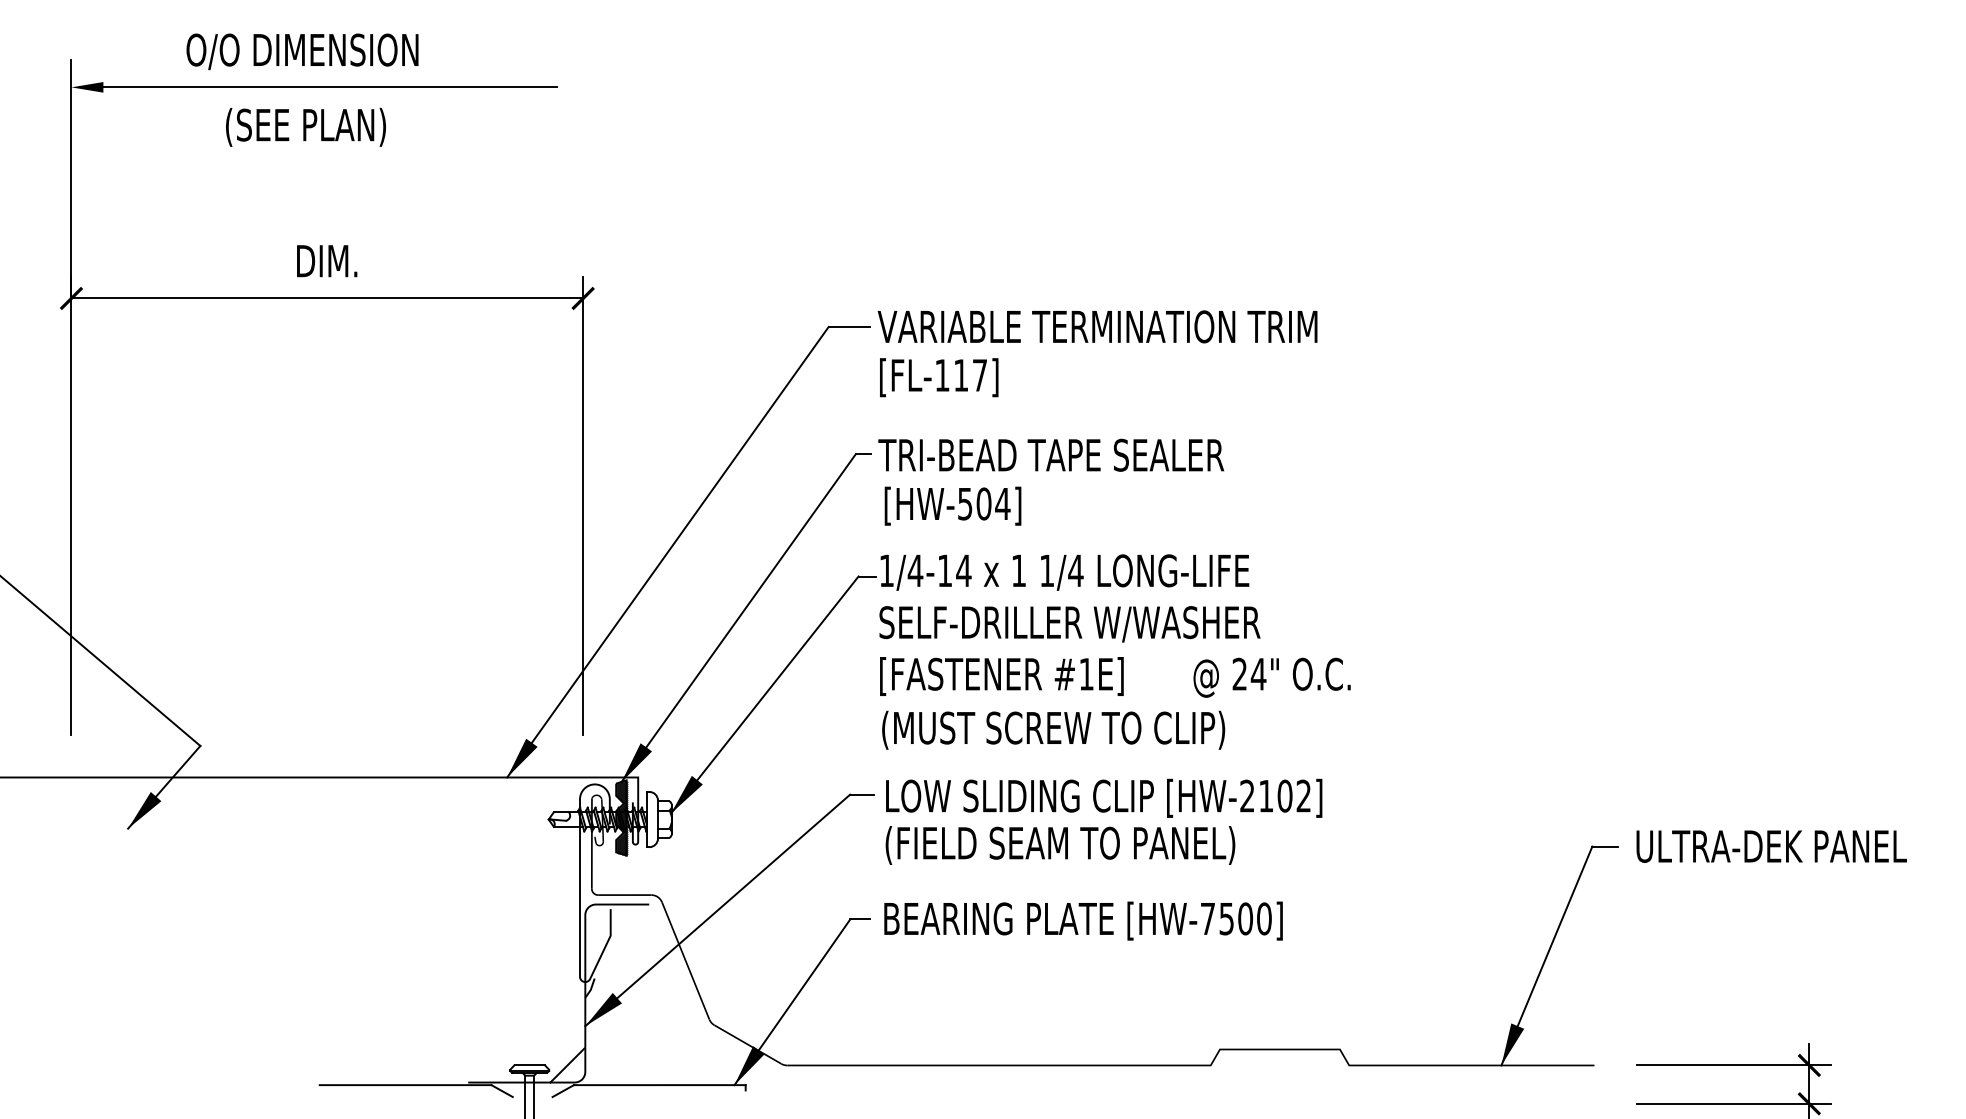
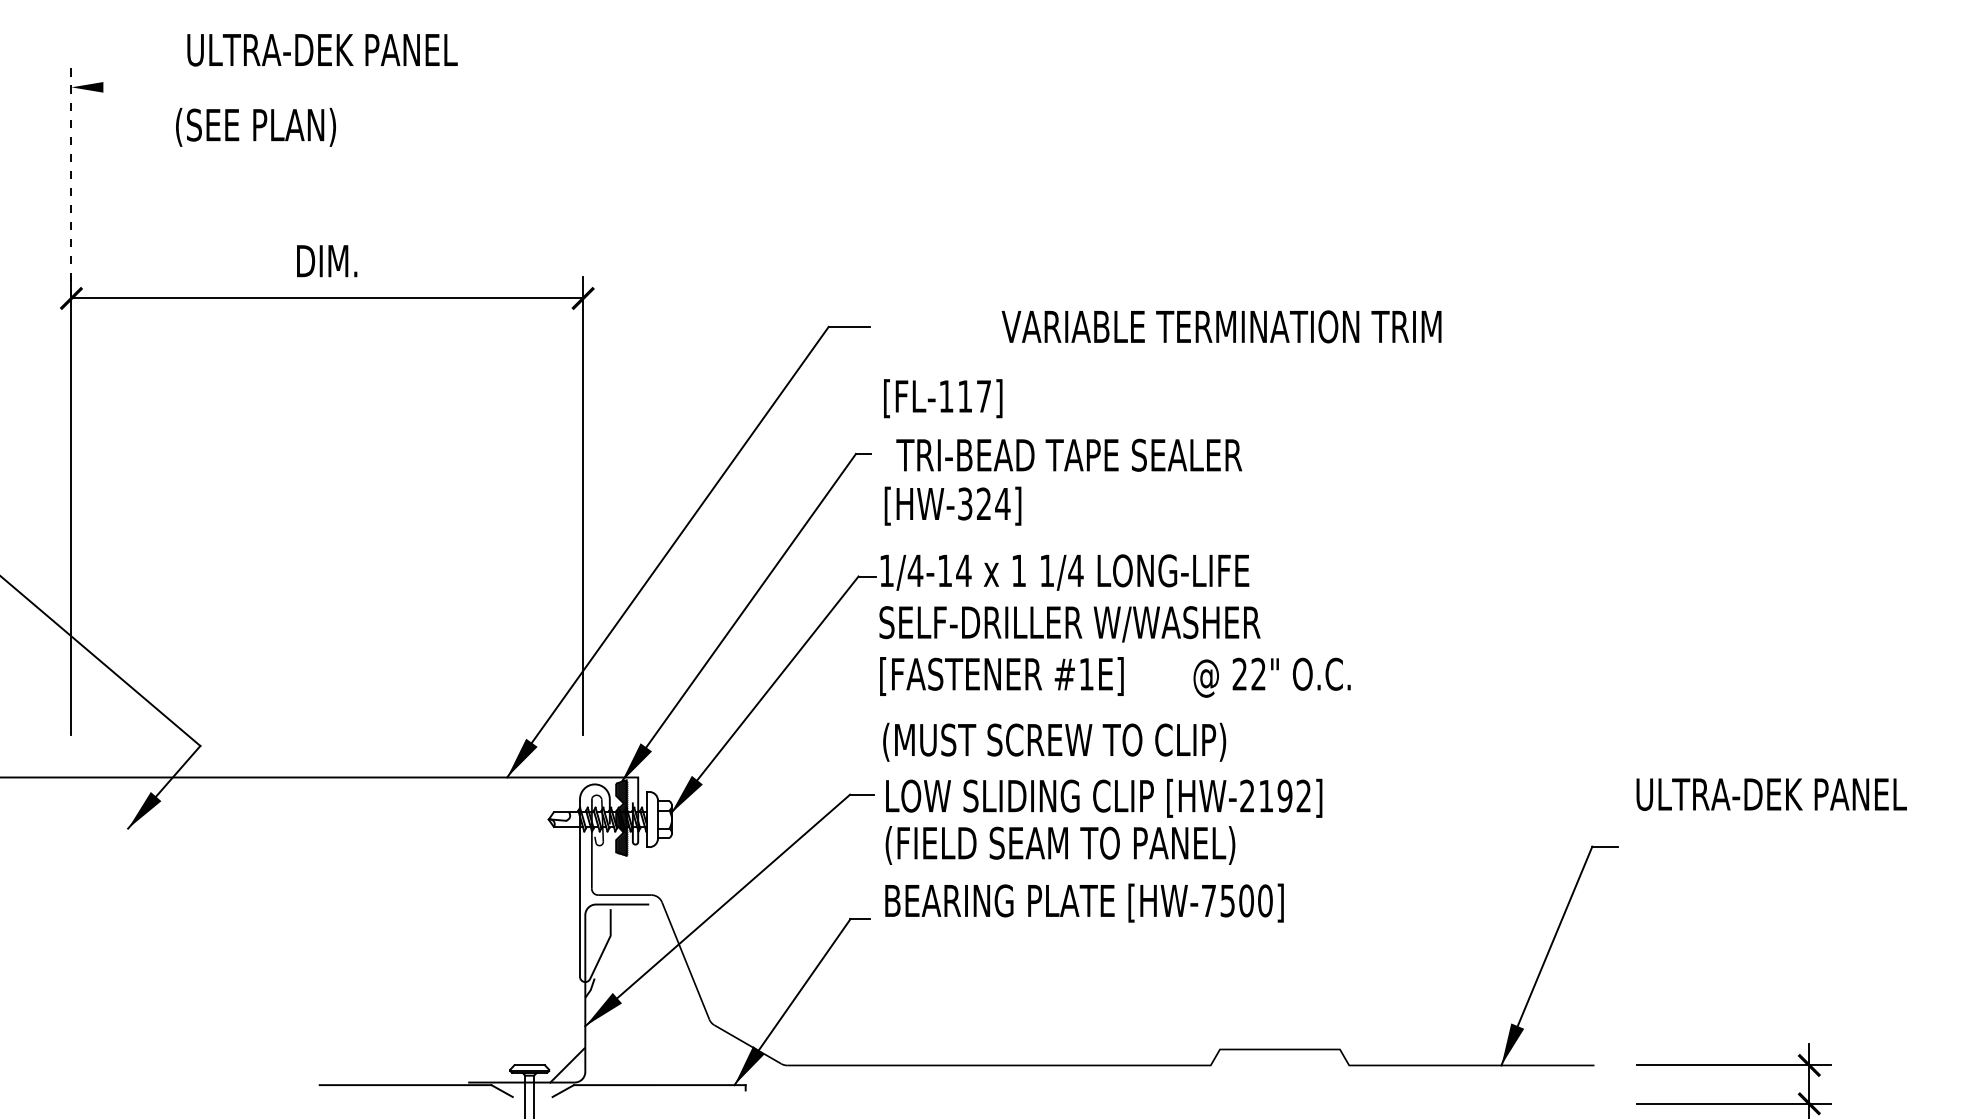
text at (321, 51): O/O DIMENSION -> ULTRA-DEK PANEL
line at (329, 87): present -> none
text at (305, 126) position: (305, 126) -> (255, 126)
line at (71, 178): solid -> dashed
text at (1097, 326) position: (1097, 326) -> (1221, 326)
text at (939, 377) position: (939, 377) -> (943, 398)
text at (1051, 454) position: (1051, 454) -> (1069, 454)
text at (974, 503): [HW-504] -> [HW-324]
text at (1258, 673): 24" -> 22"
text at (1053, 729) position: (1053, 729) -> (1054, 741)
text at (1284, 795): [HW-2102] -> [HW-2192]
text at (1771, 846) position: (1771, 846) -> (1771, 794)
text at (1083, 920) position: (1083, 920) -> (1084, 902)
